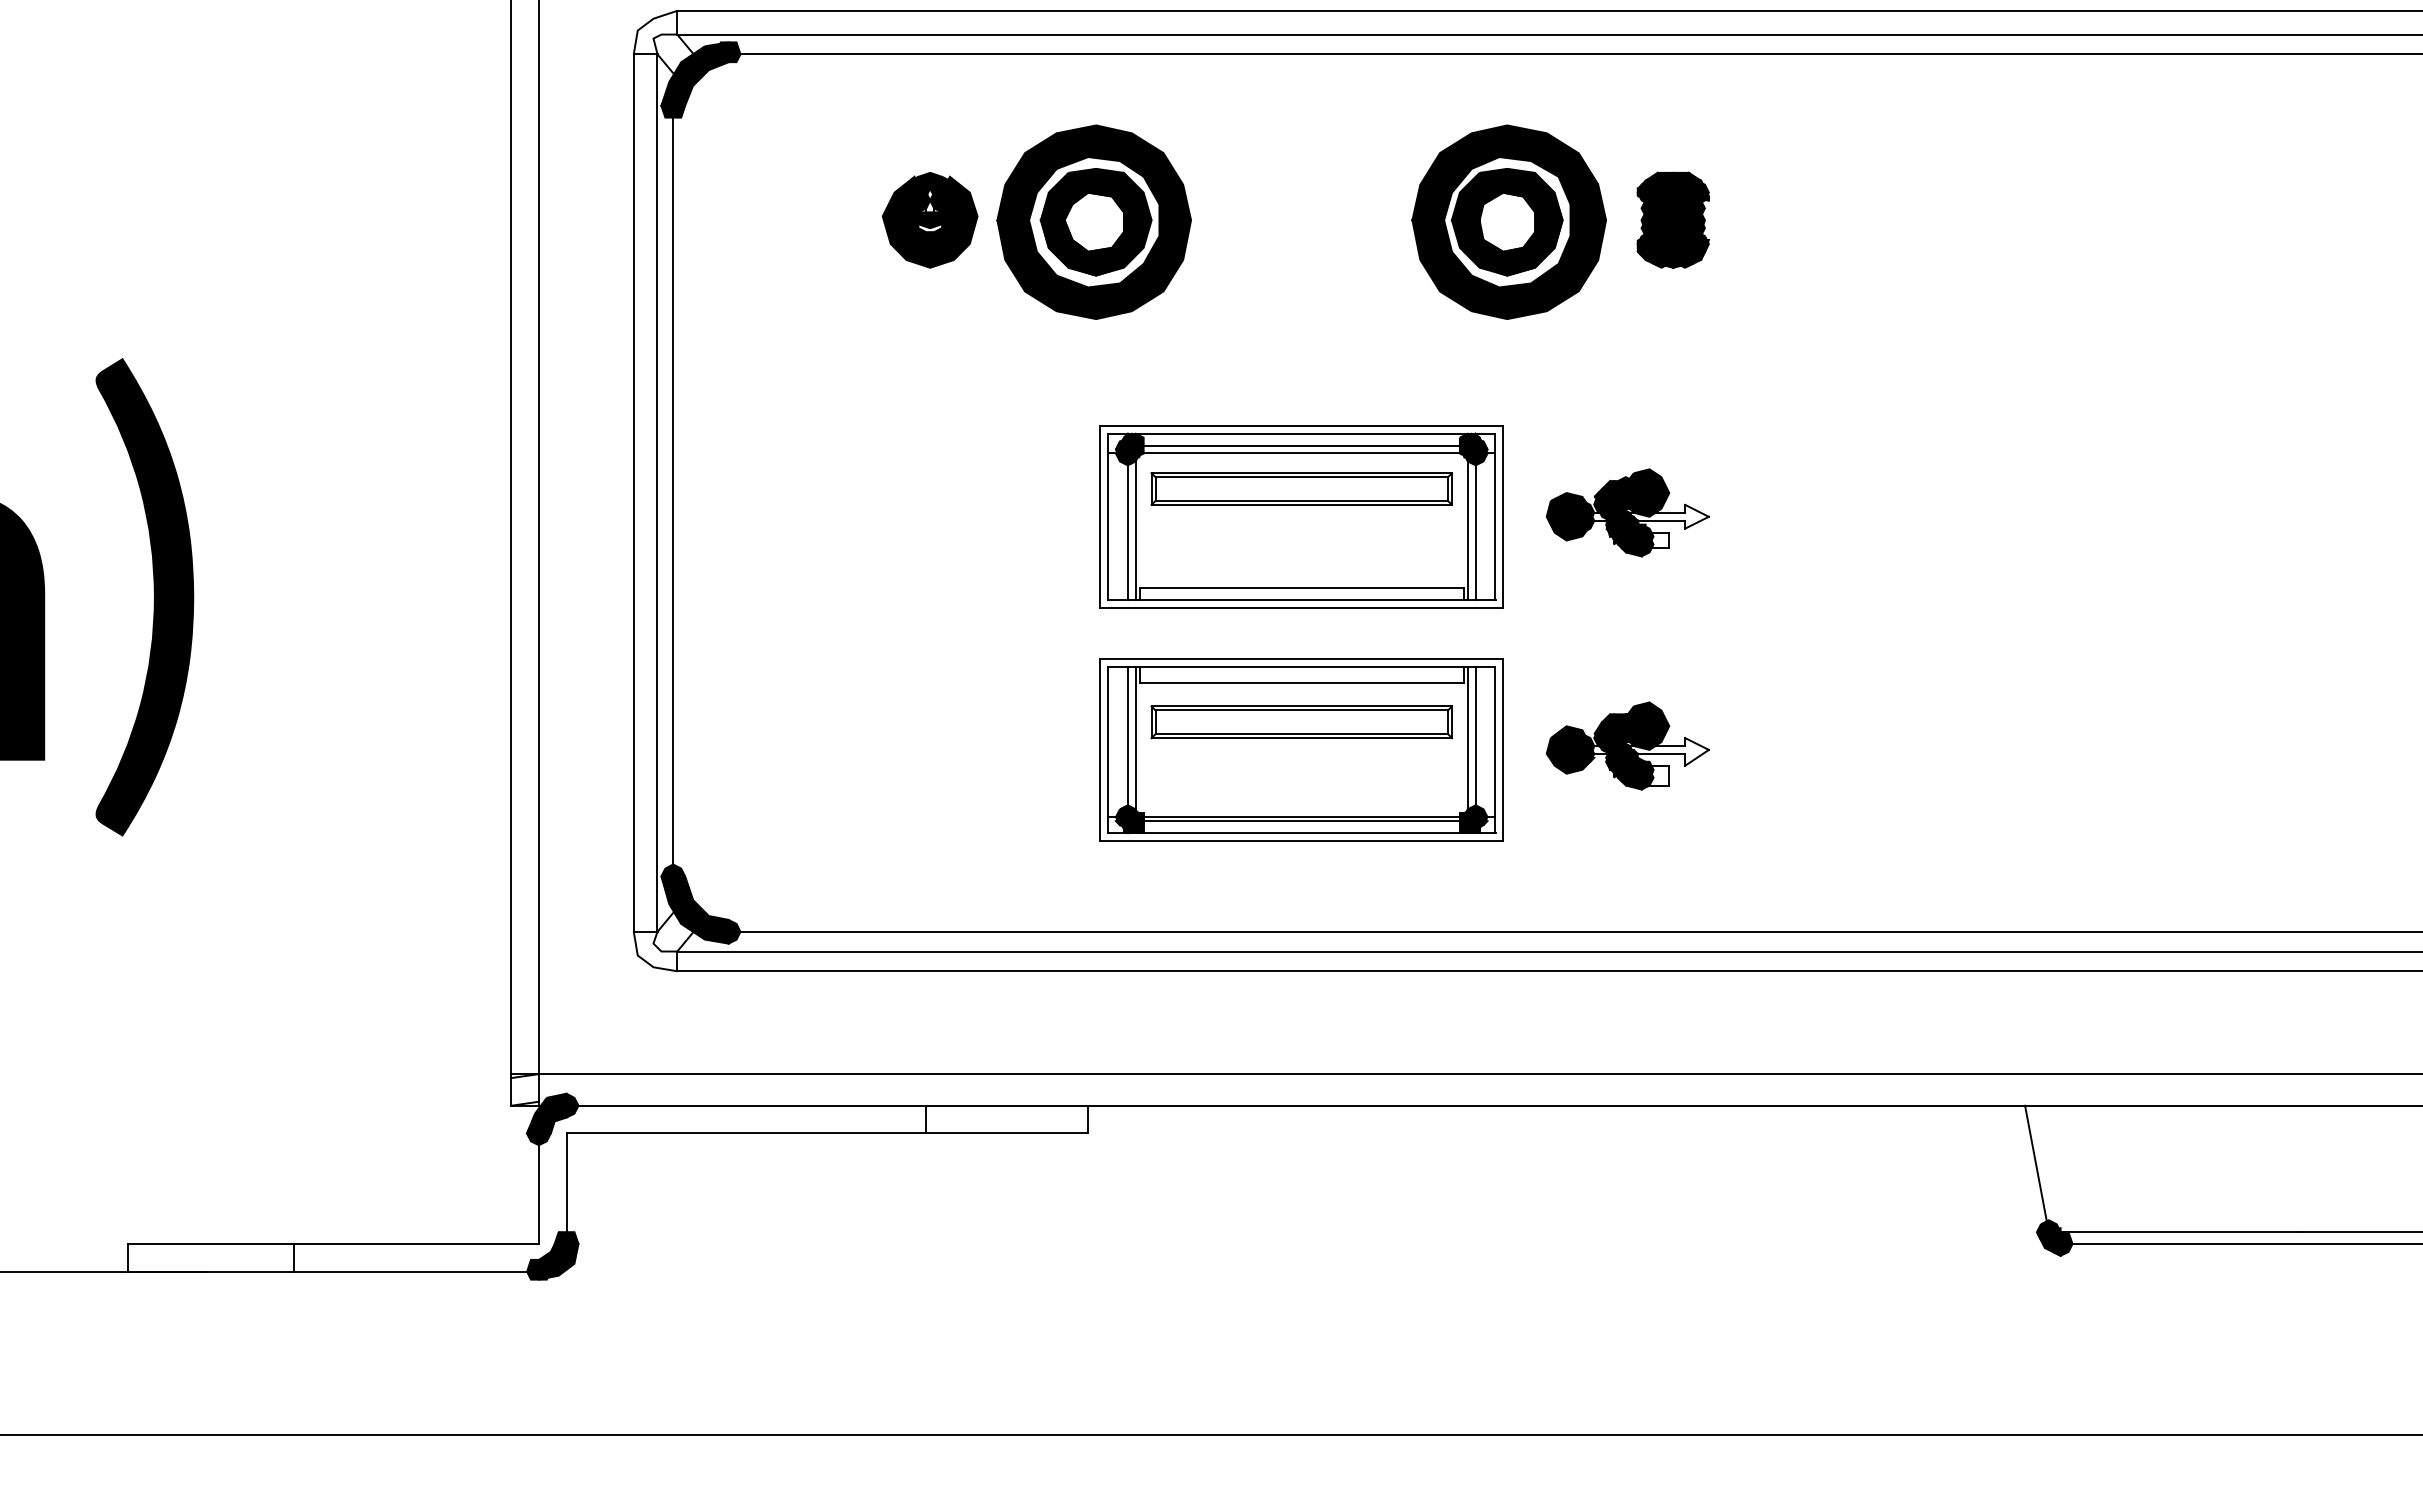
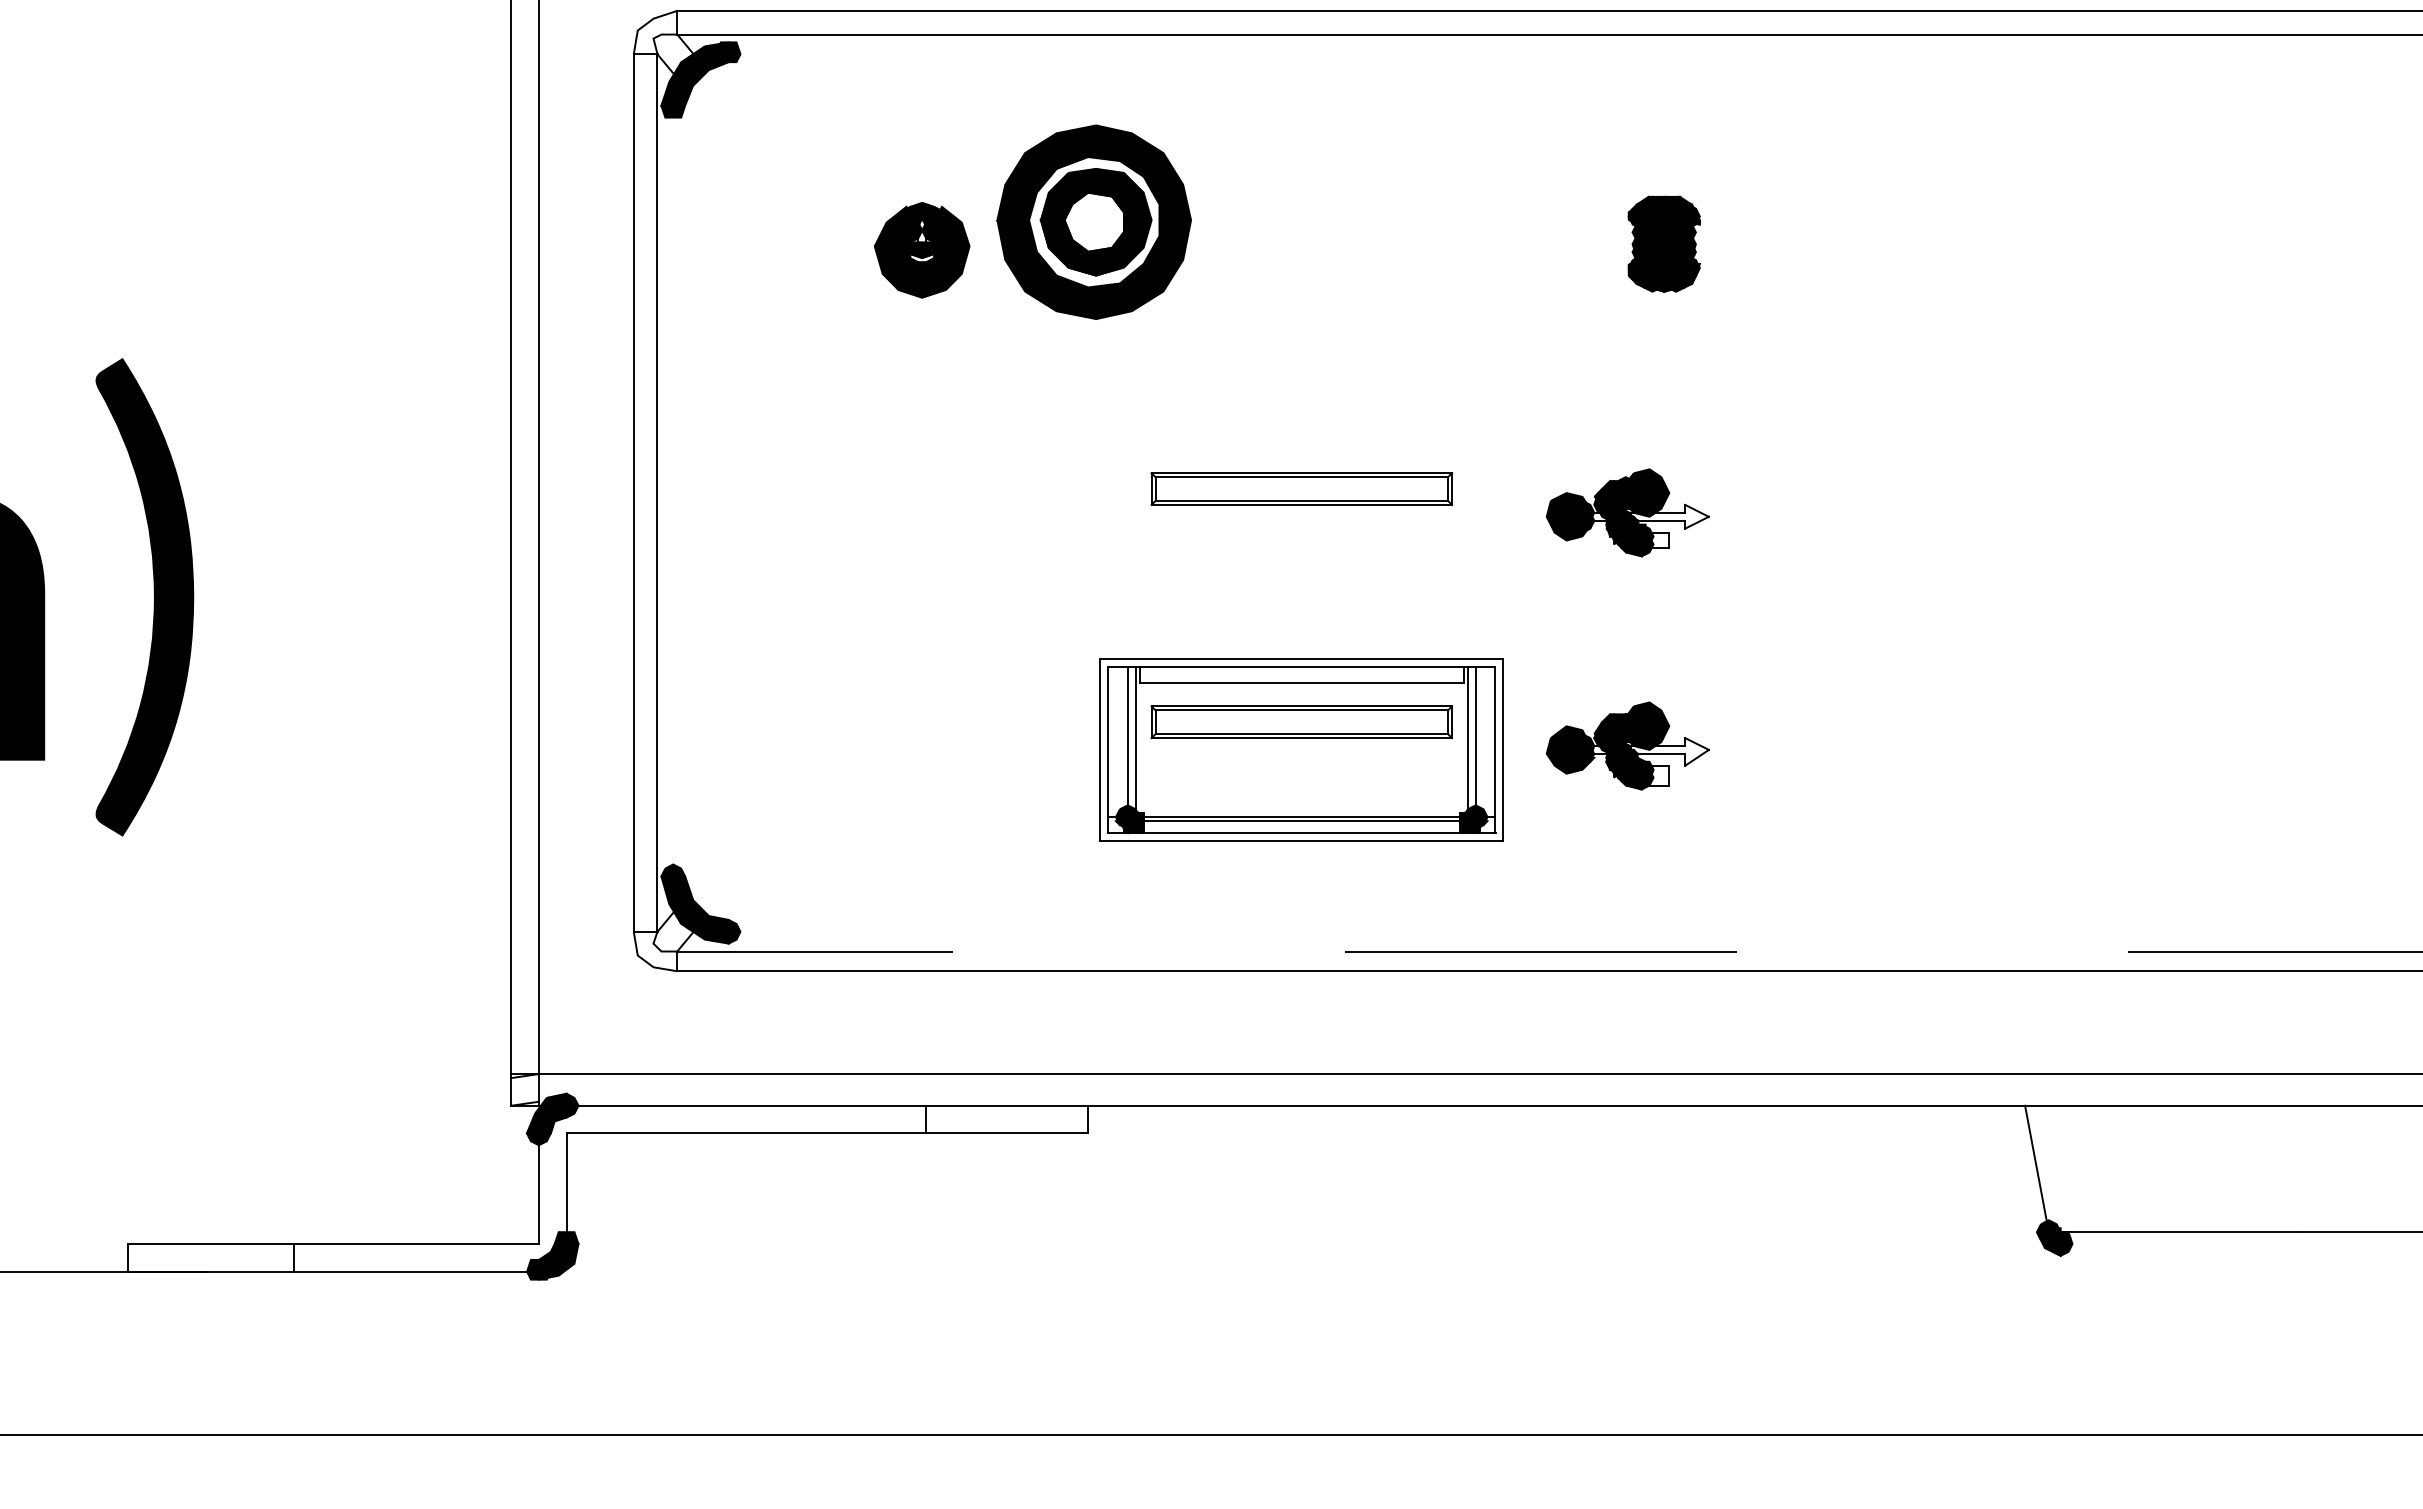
line at (1573, 54): present -> none
part at (1673, 219) position: (1673, 219) -> (1664, 243)
part at (929, 220) position: (929, 220) -> (921, 250)
part at (1508, 221): present -> none
line at (673, 490): present -> none
part at (1301, 516): present -> none
line at (1573, 931): present -> none
line at (1549, 951): solid -> dashed
line at (2239, 1244): present -> none
